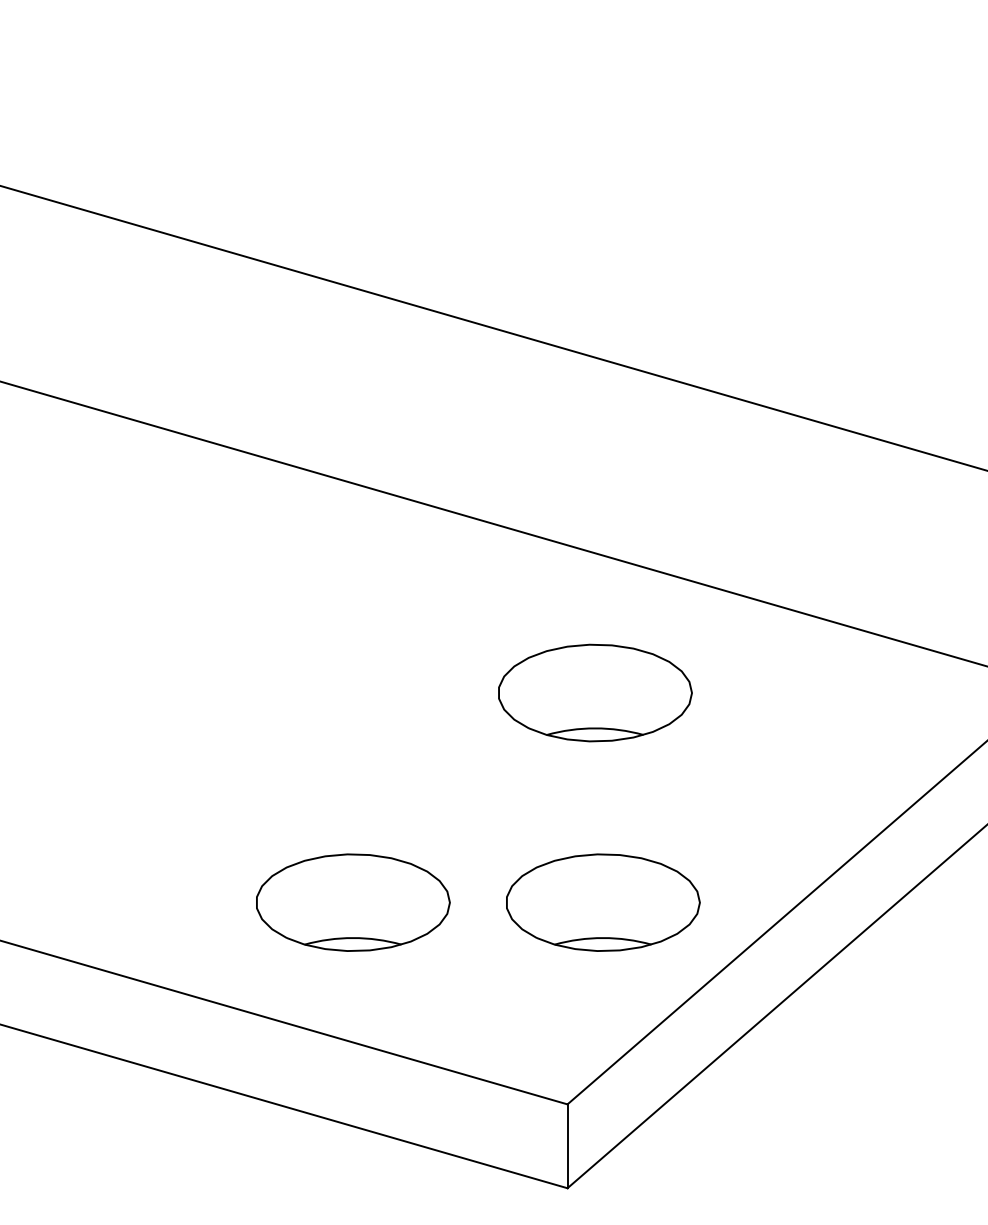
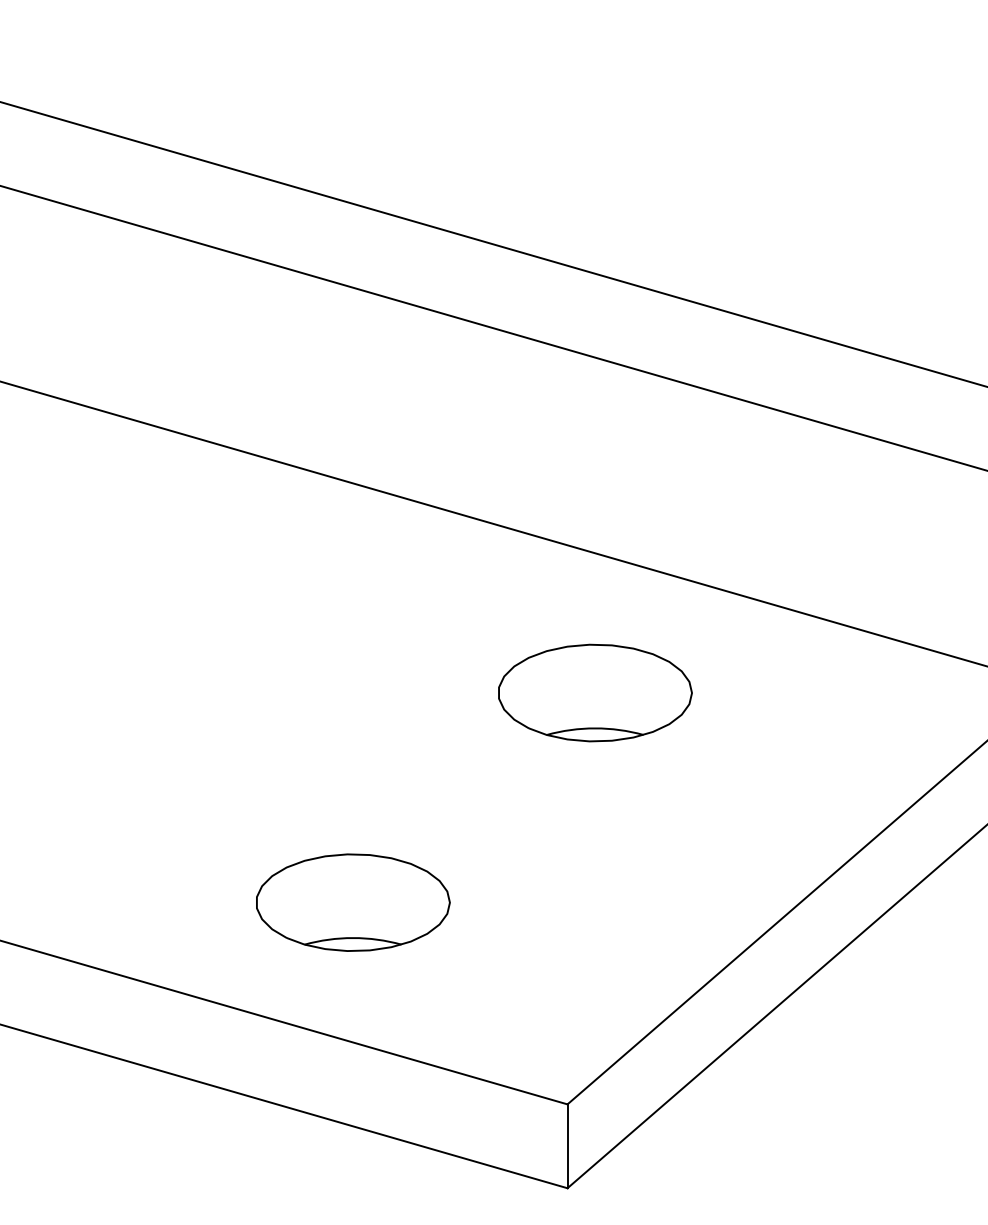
line at (493, 244): none -> present
part at (603, 902): present -> none
